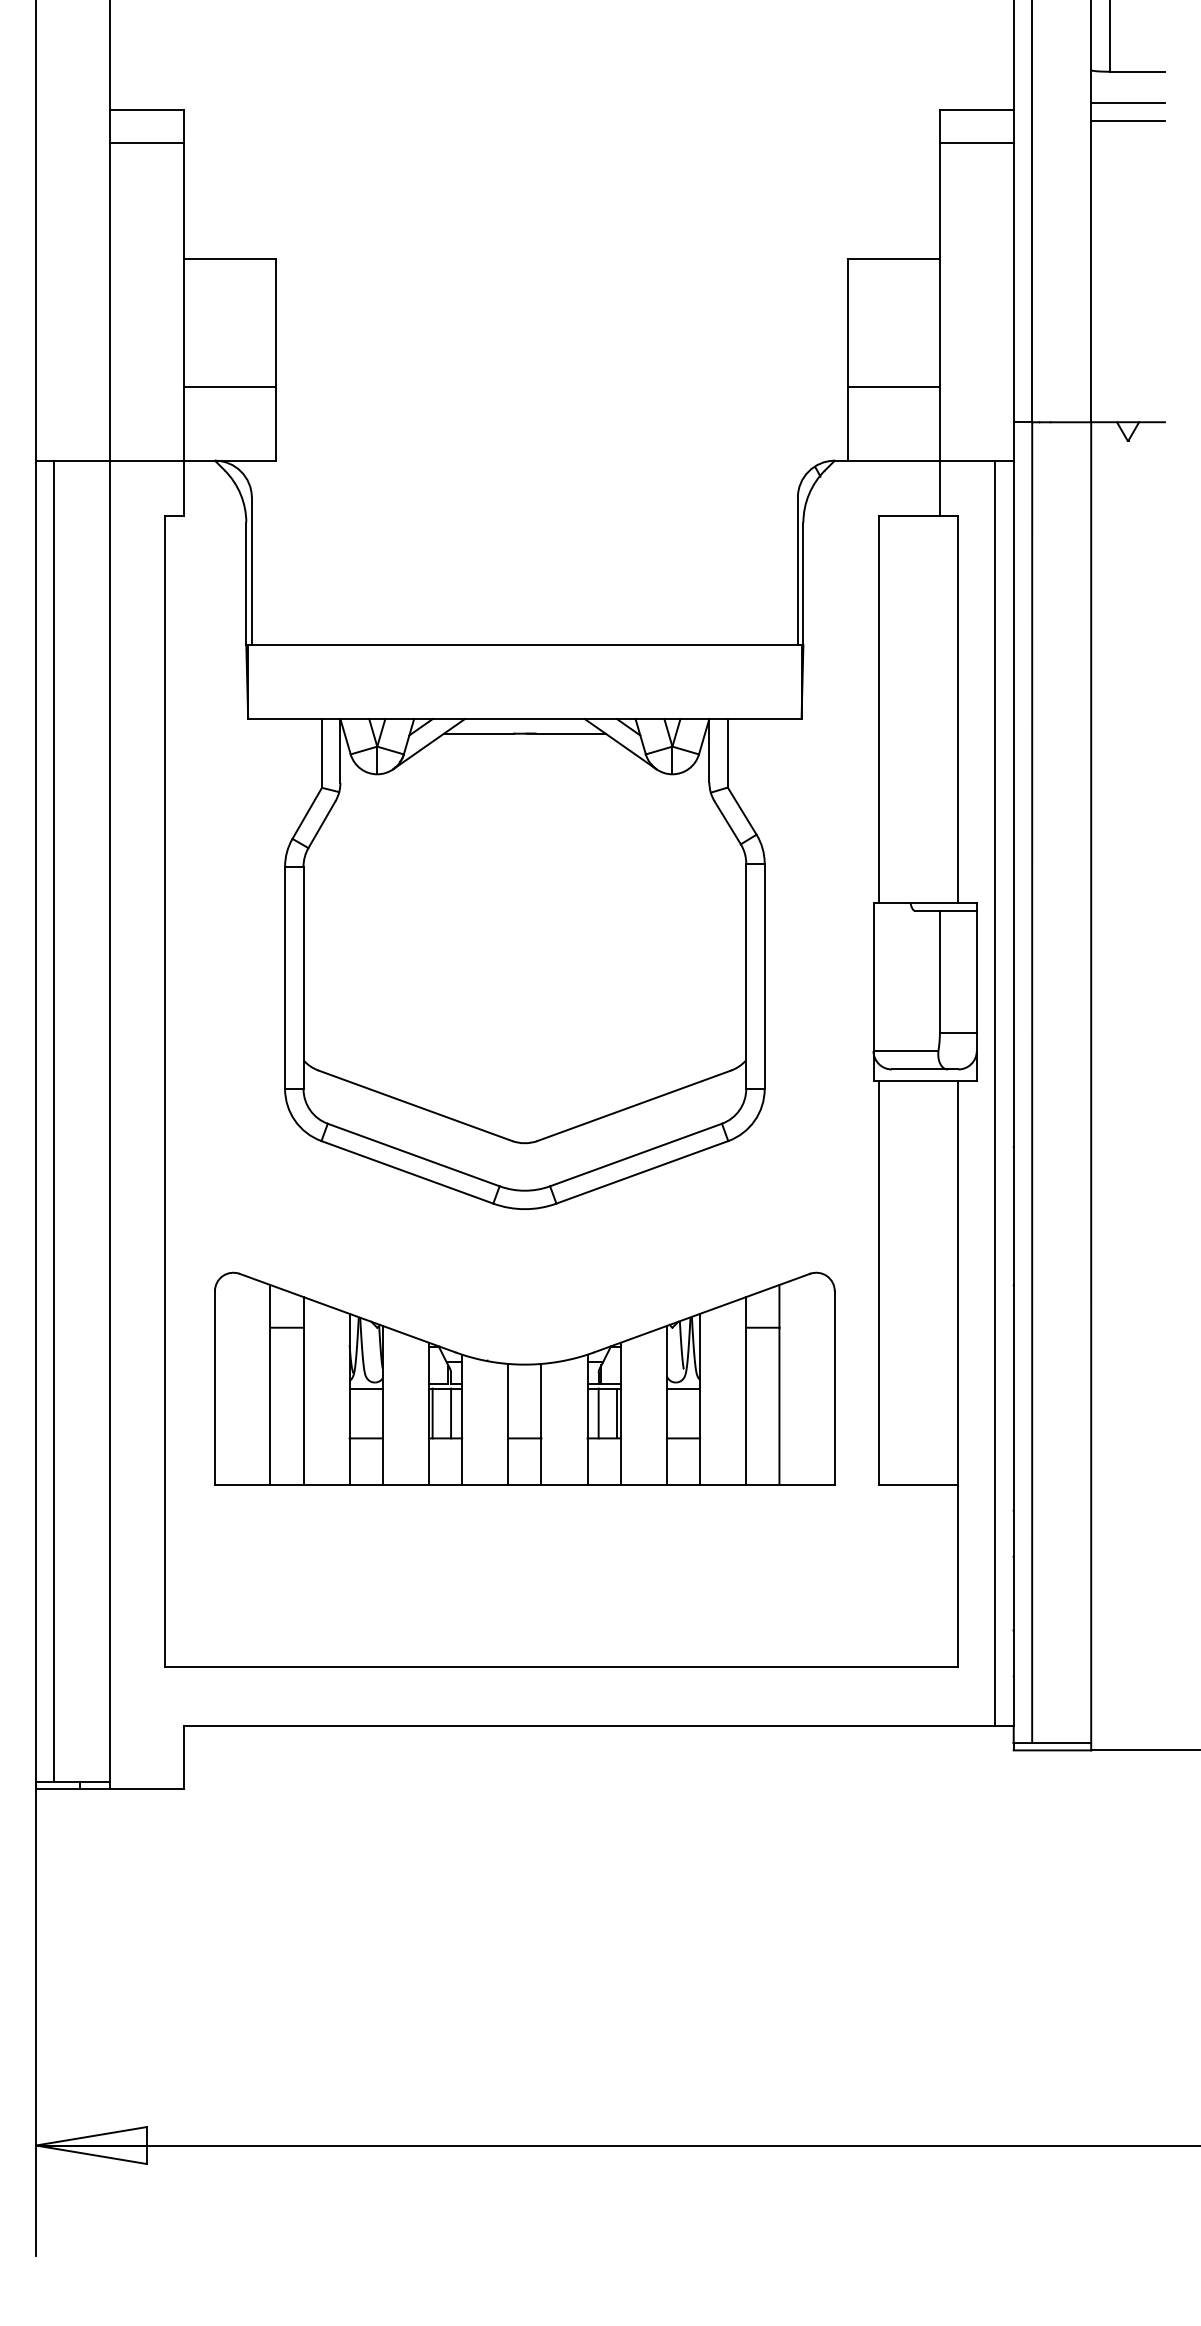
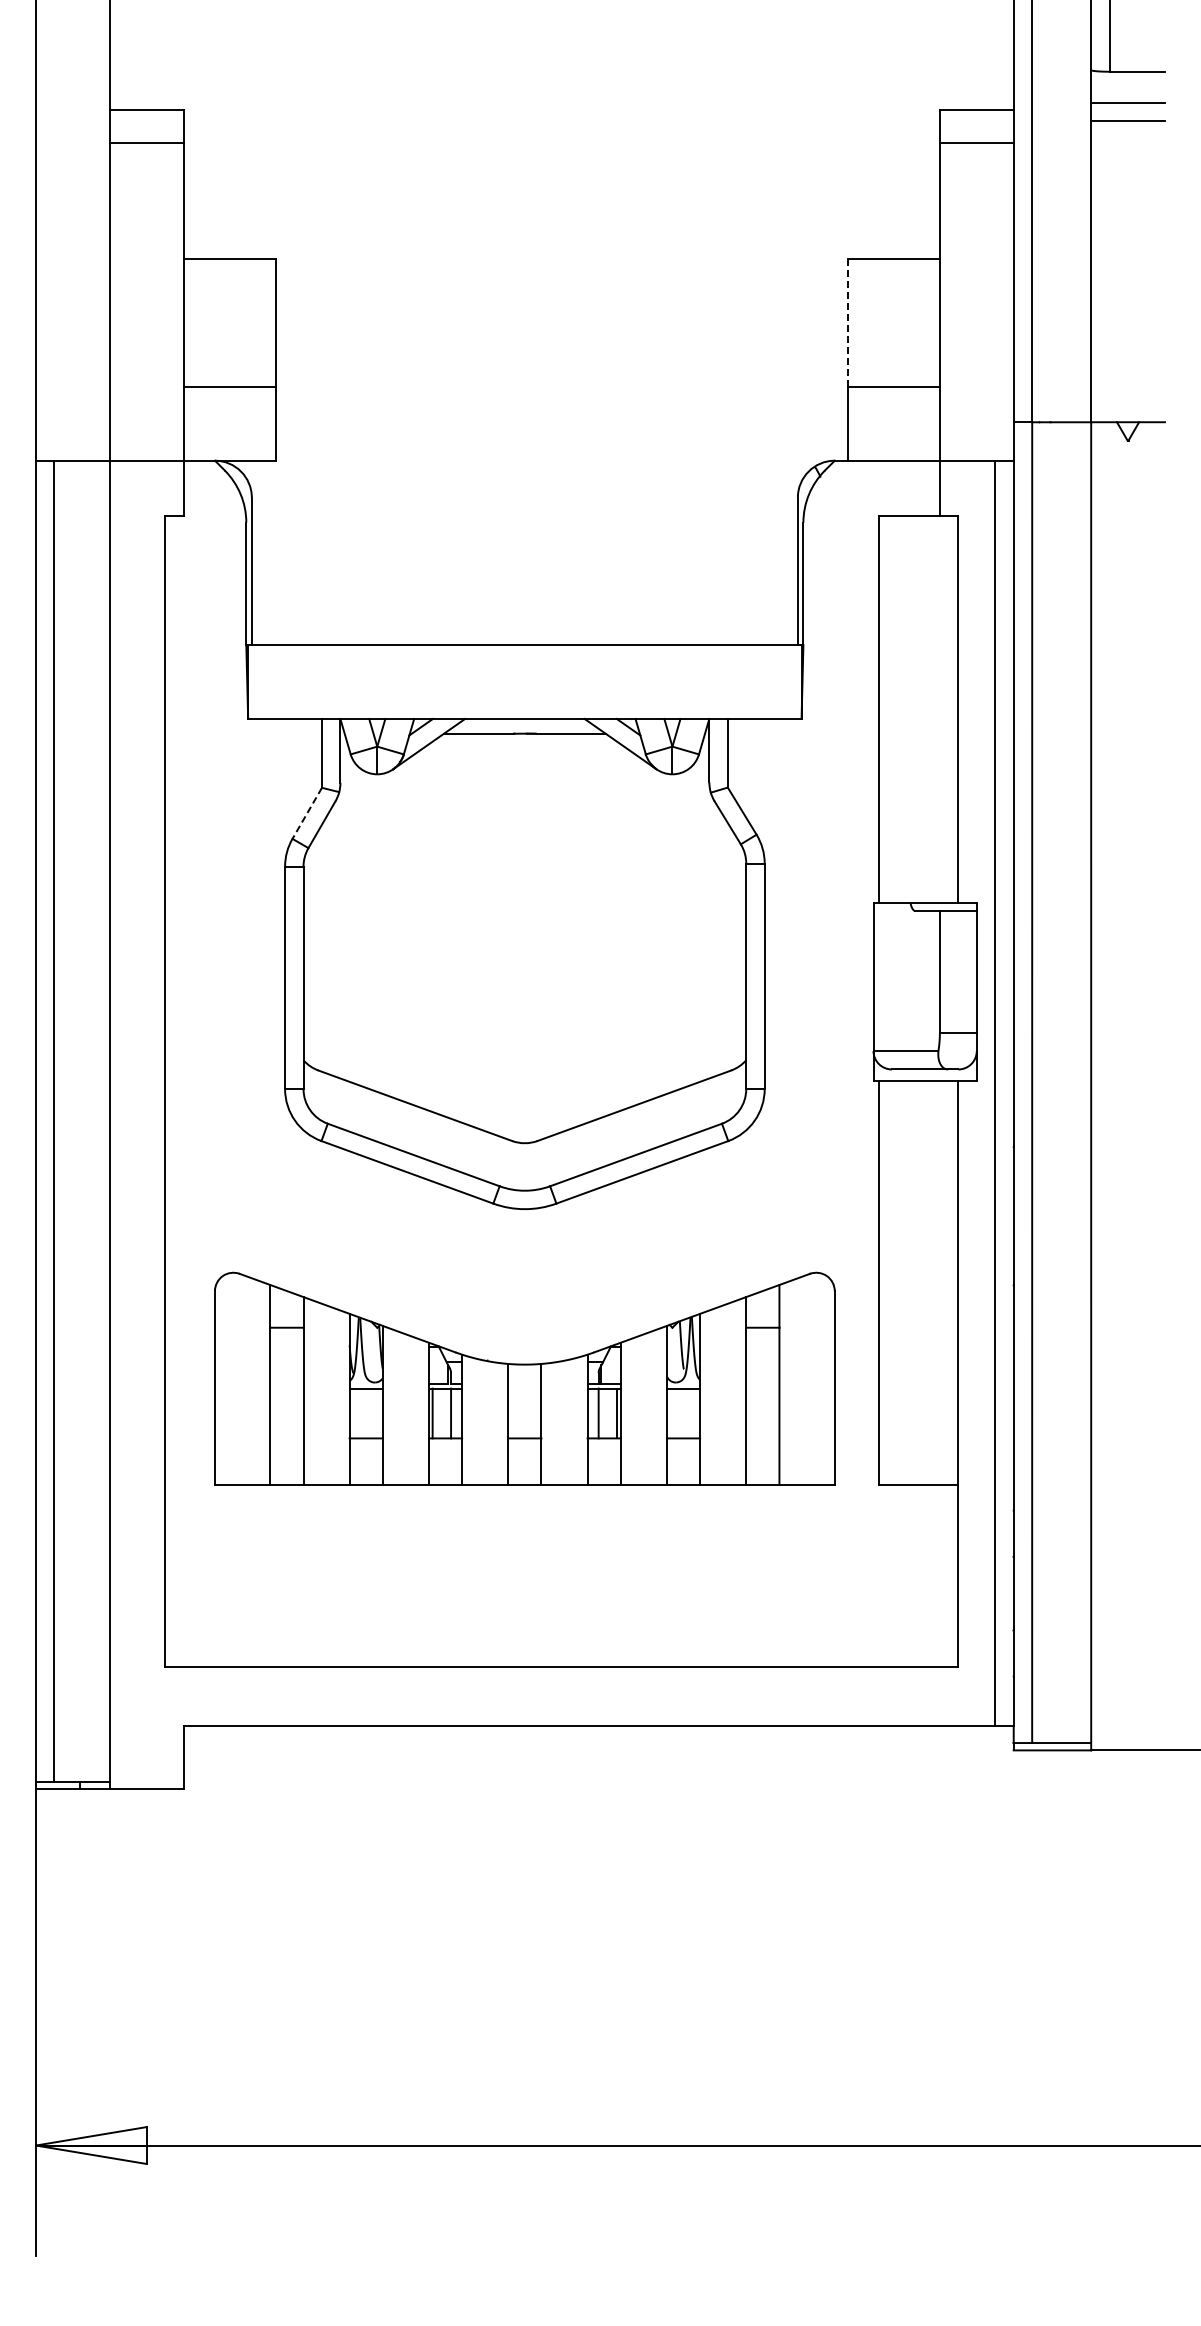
line at (847, 323): solid -> dashed
line at (306, 813): solid -> dashed
